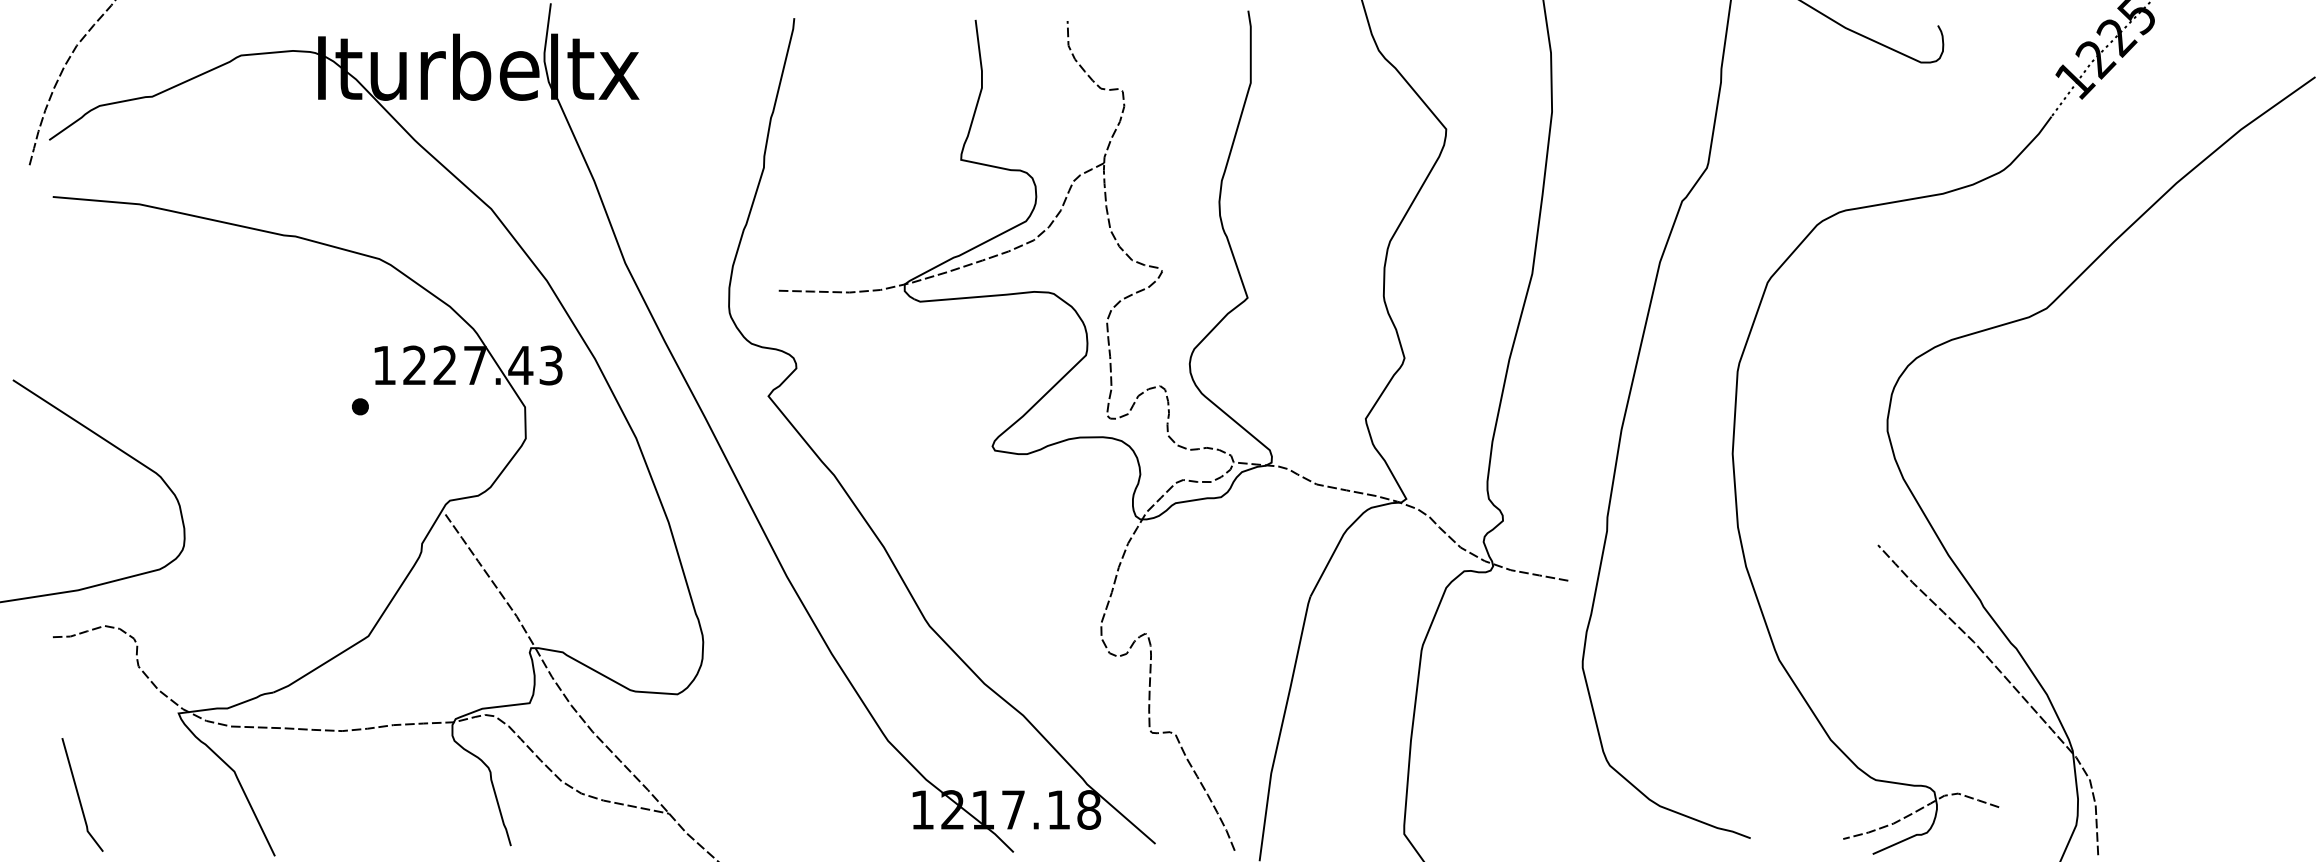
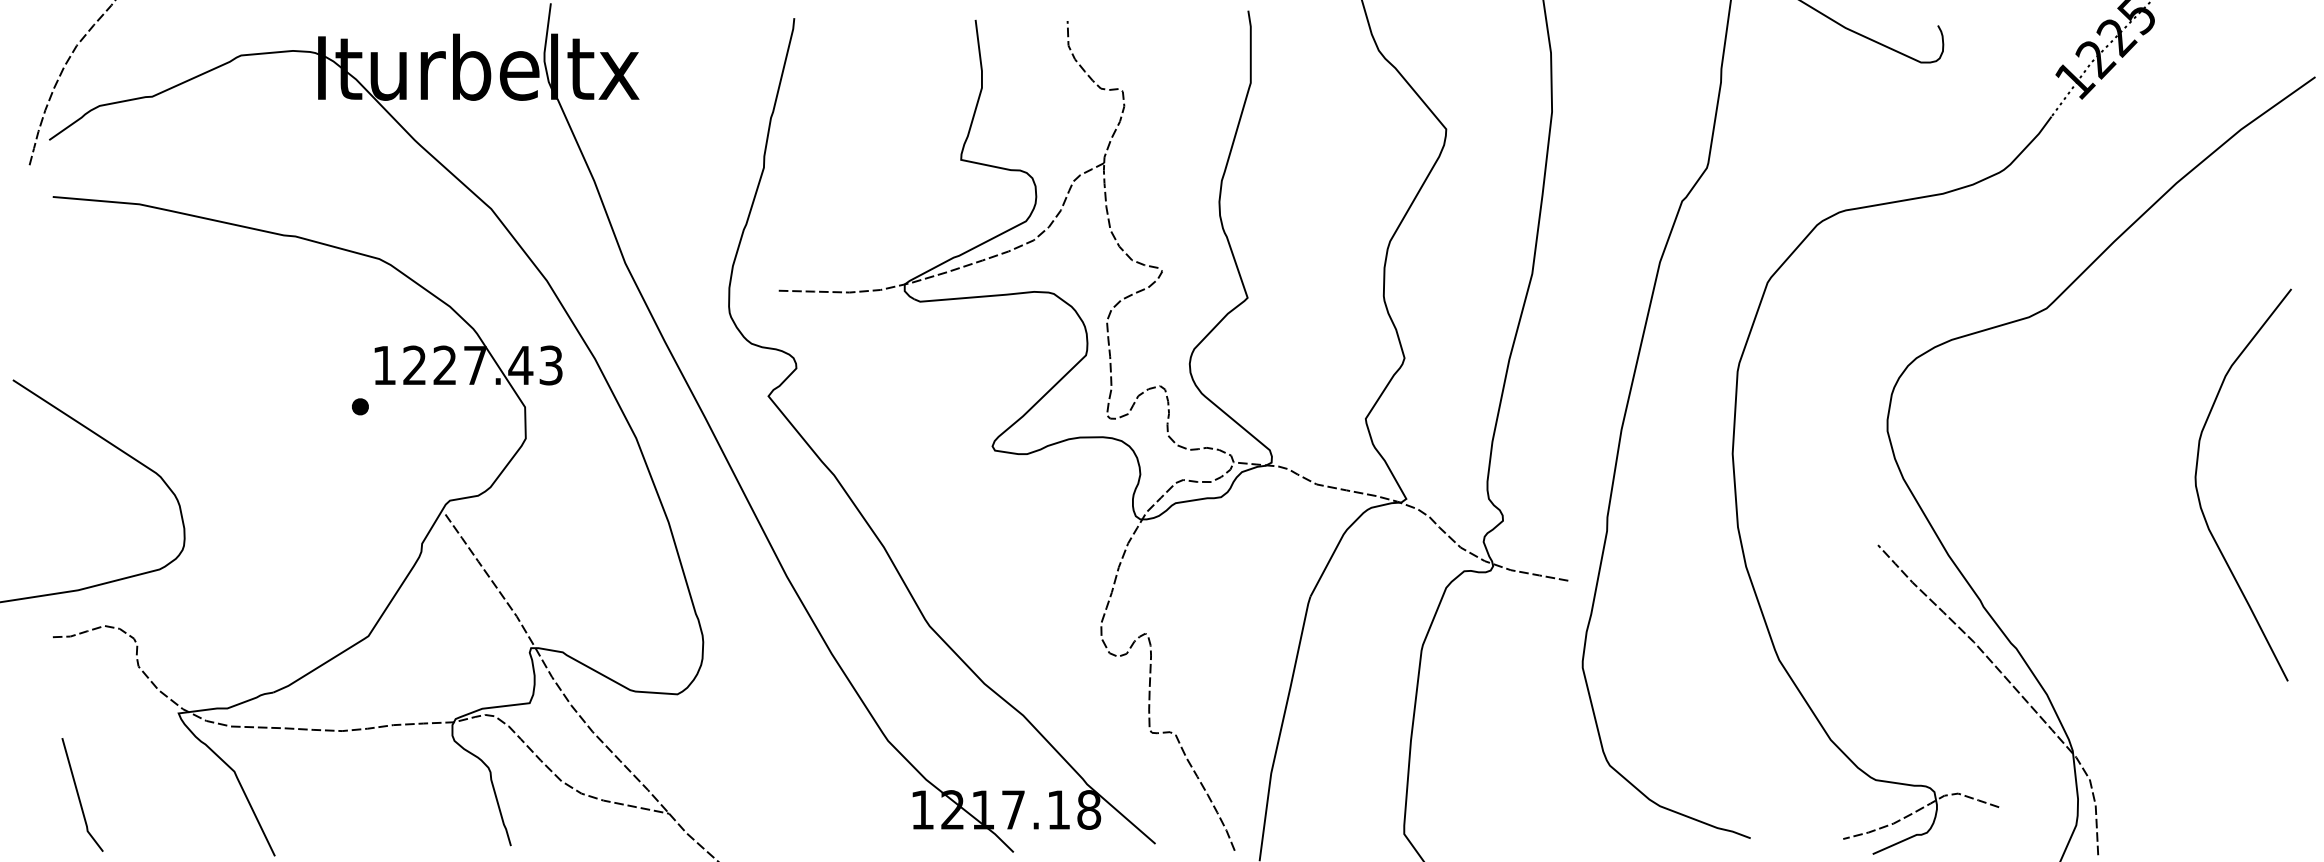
curve at (2198, 491): none -> present
